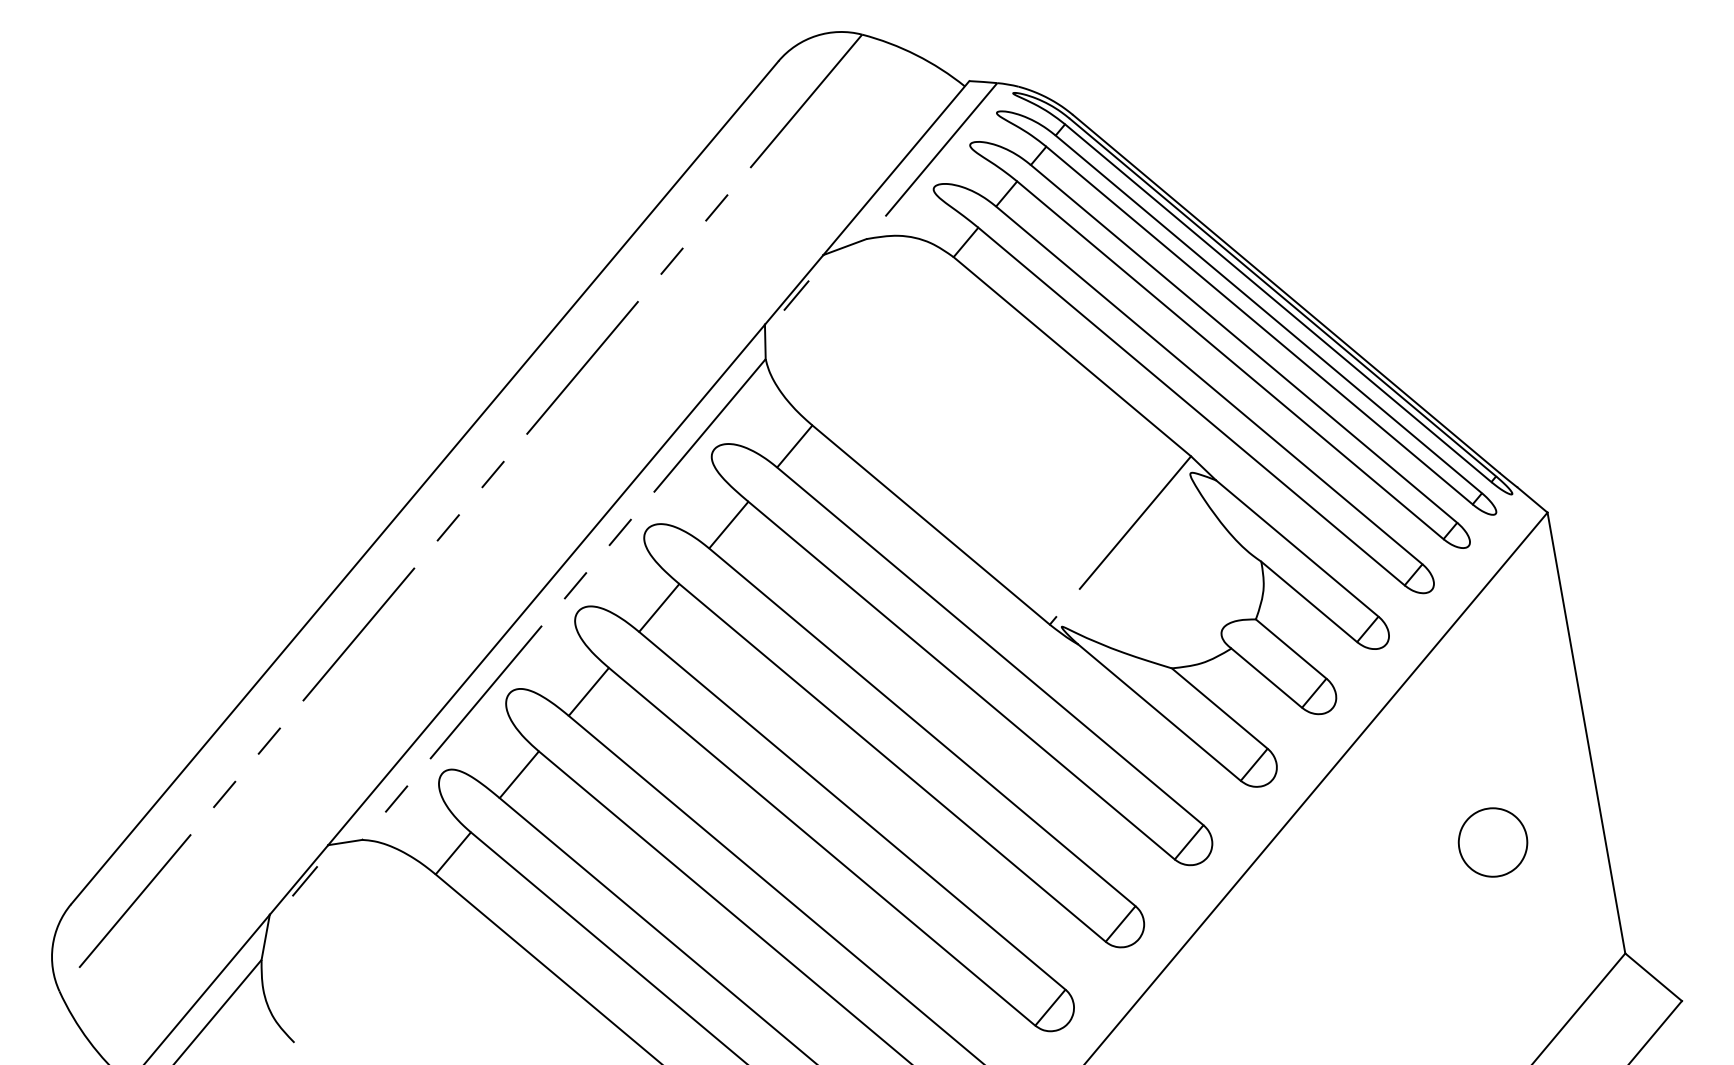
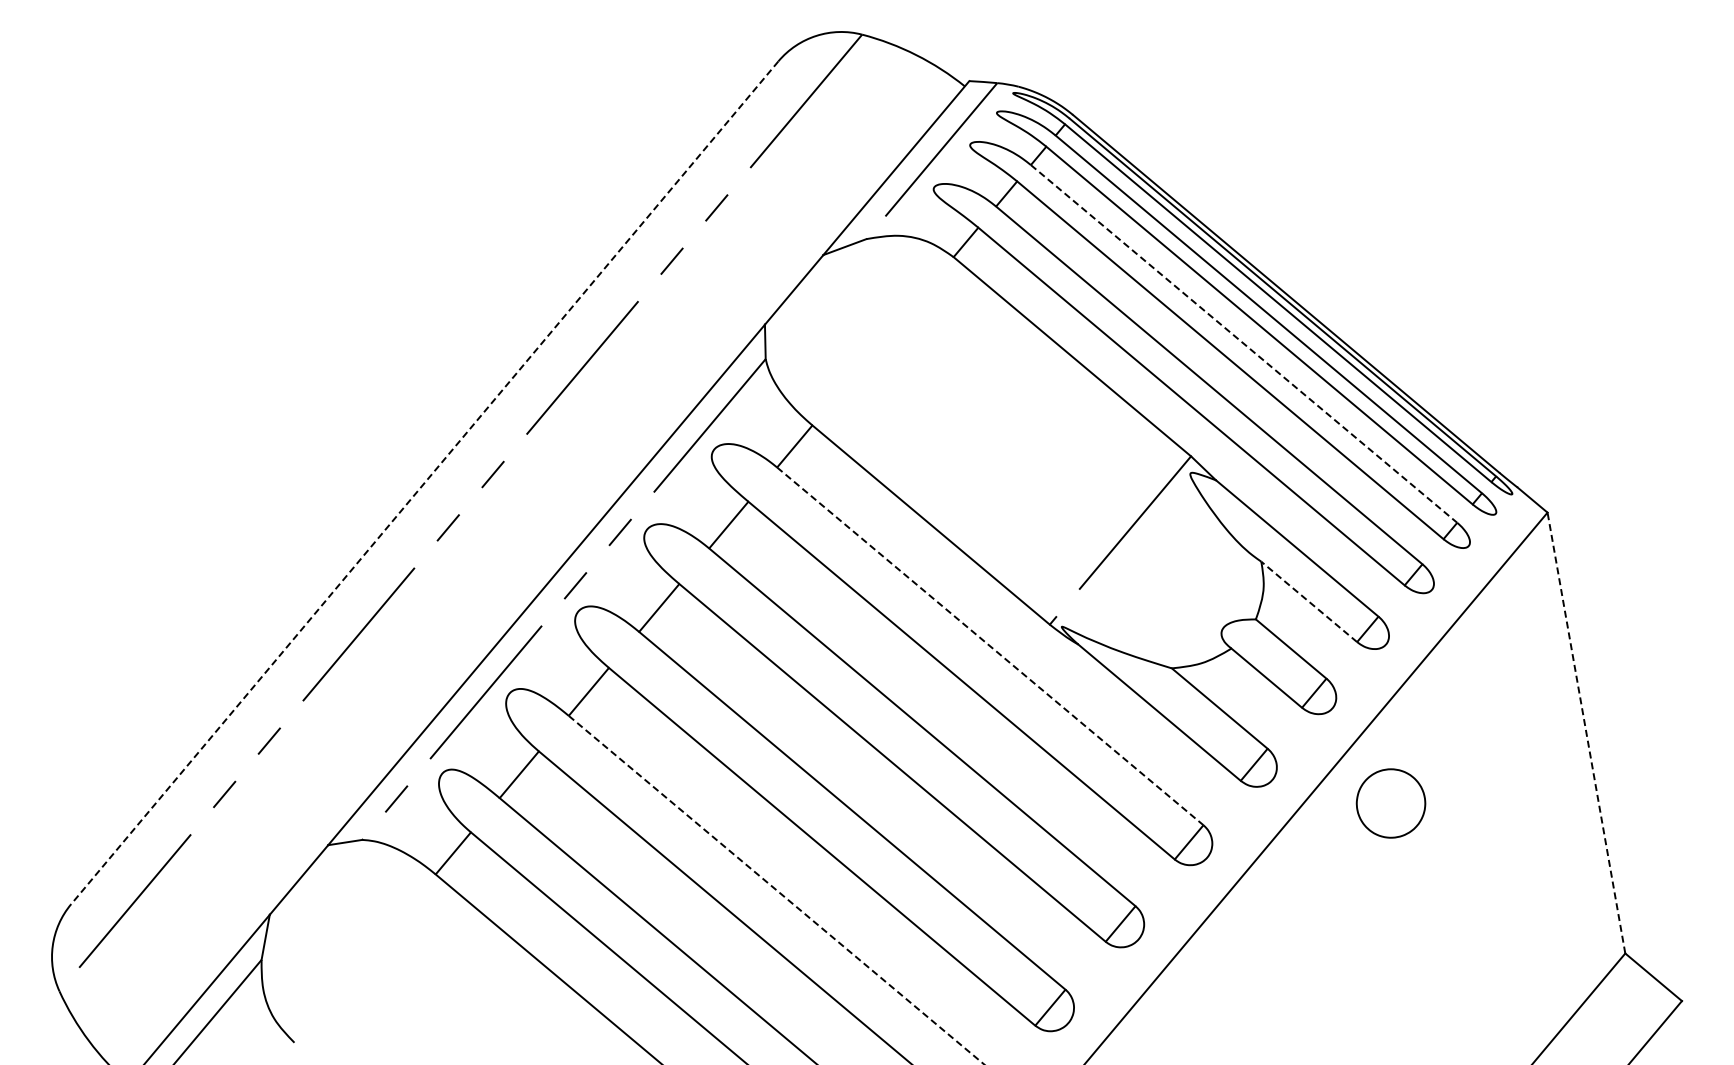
line at (796, 295): present -> none
line at (1244, 344): solid -> dashed
line at (424, 483): solid -> dashed
line at (1309, 601): solid -> dashed
line at (990, 646): solid -> dashed
line at (1586, 733): solid -> dashed
part at (1492, 842) position: (1492, 842) -> (1390, 803)
line at (305, 881): present -> none
line at (776, 890): solid -> dashed
